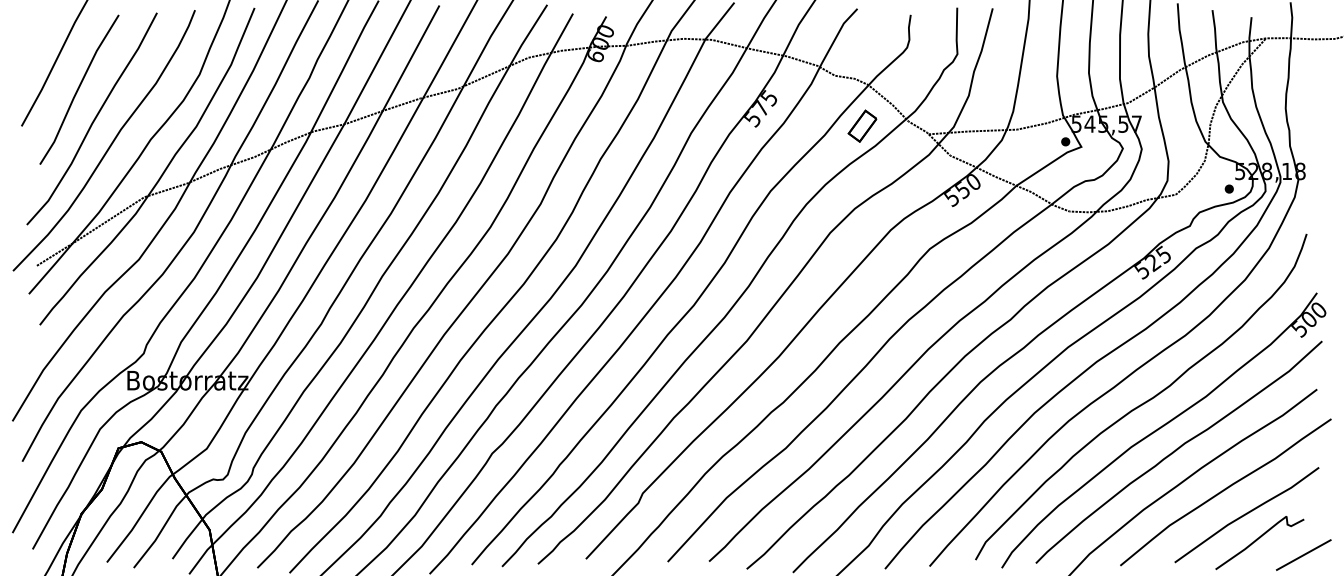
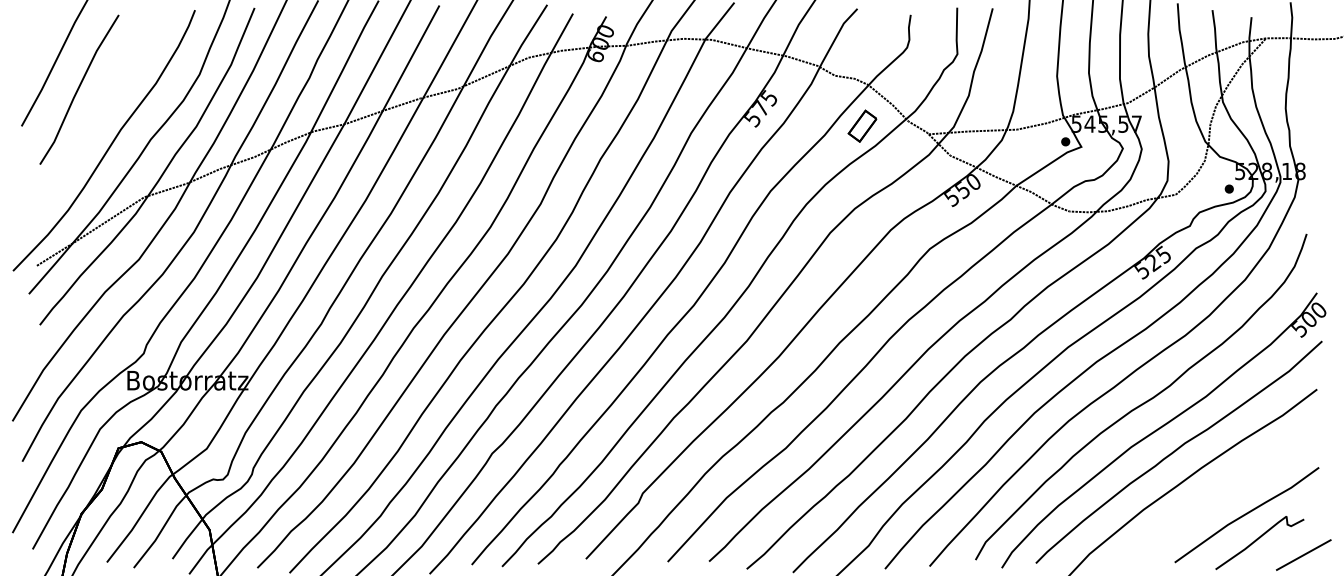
curve at (93, 119): present -> none
part at (1225, 492): present -> none
